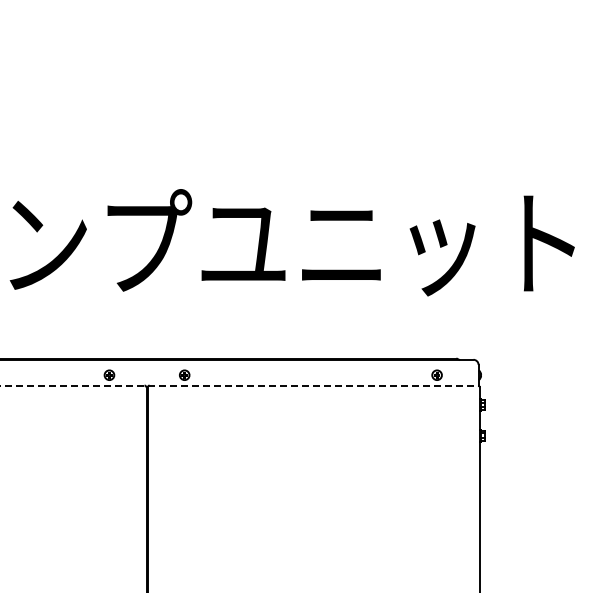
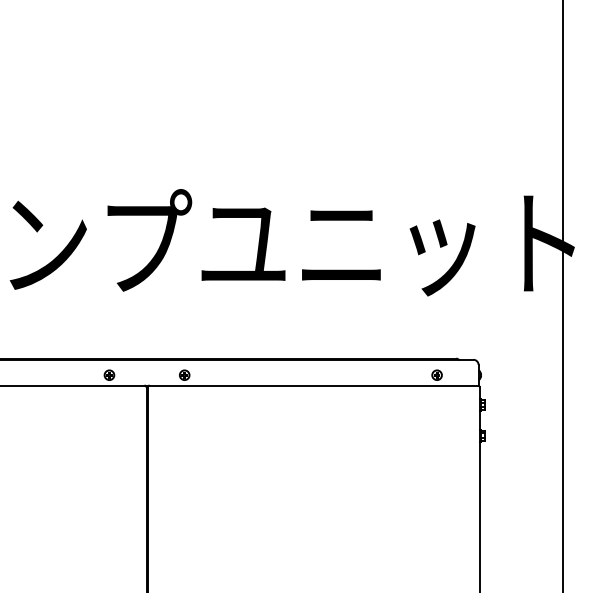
line at (562, 295): none -> present
line at (239, 385): dashed -> solid
